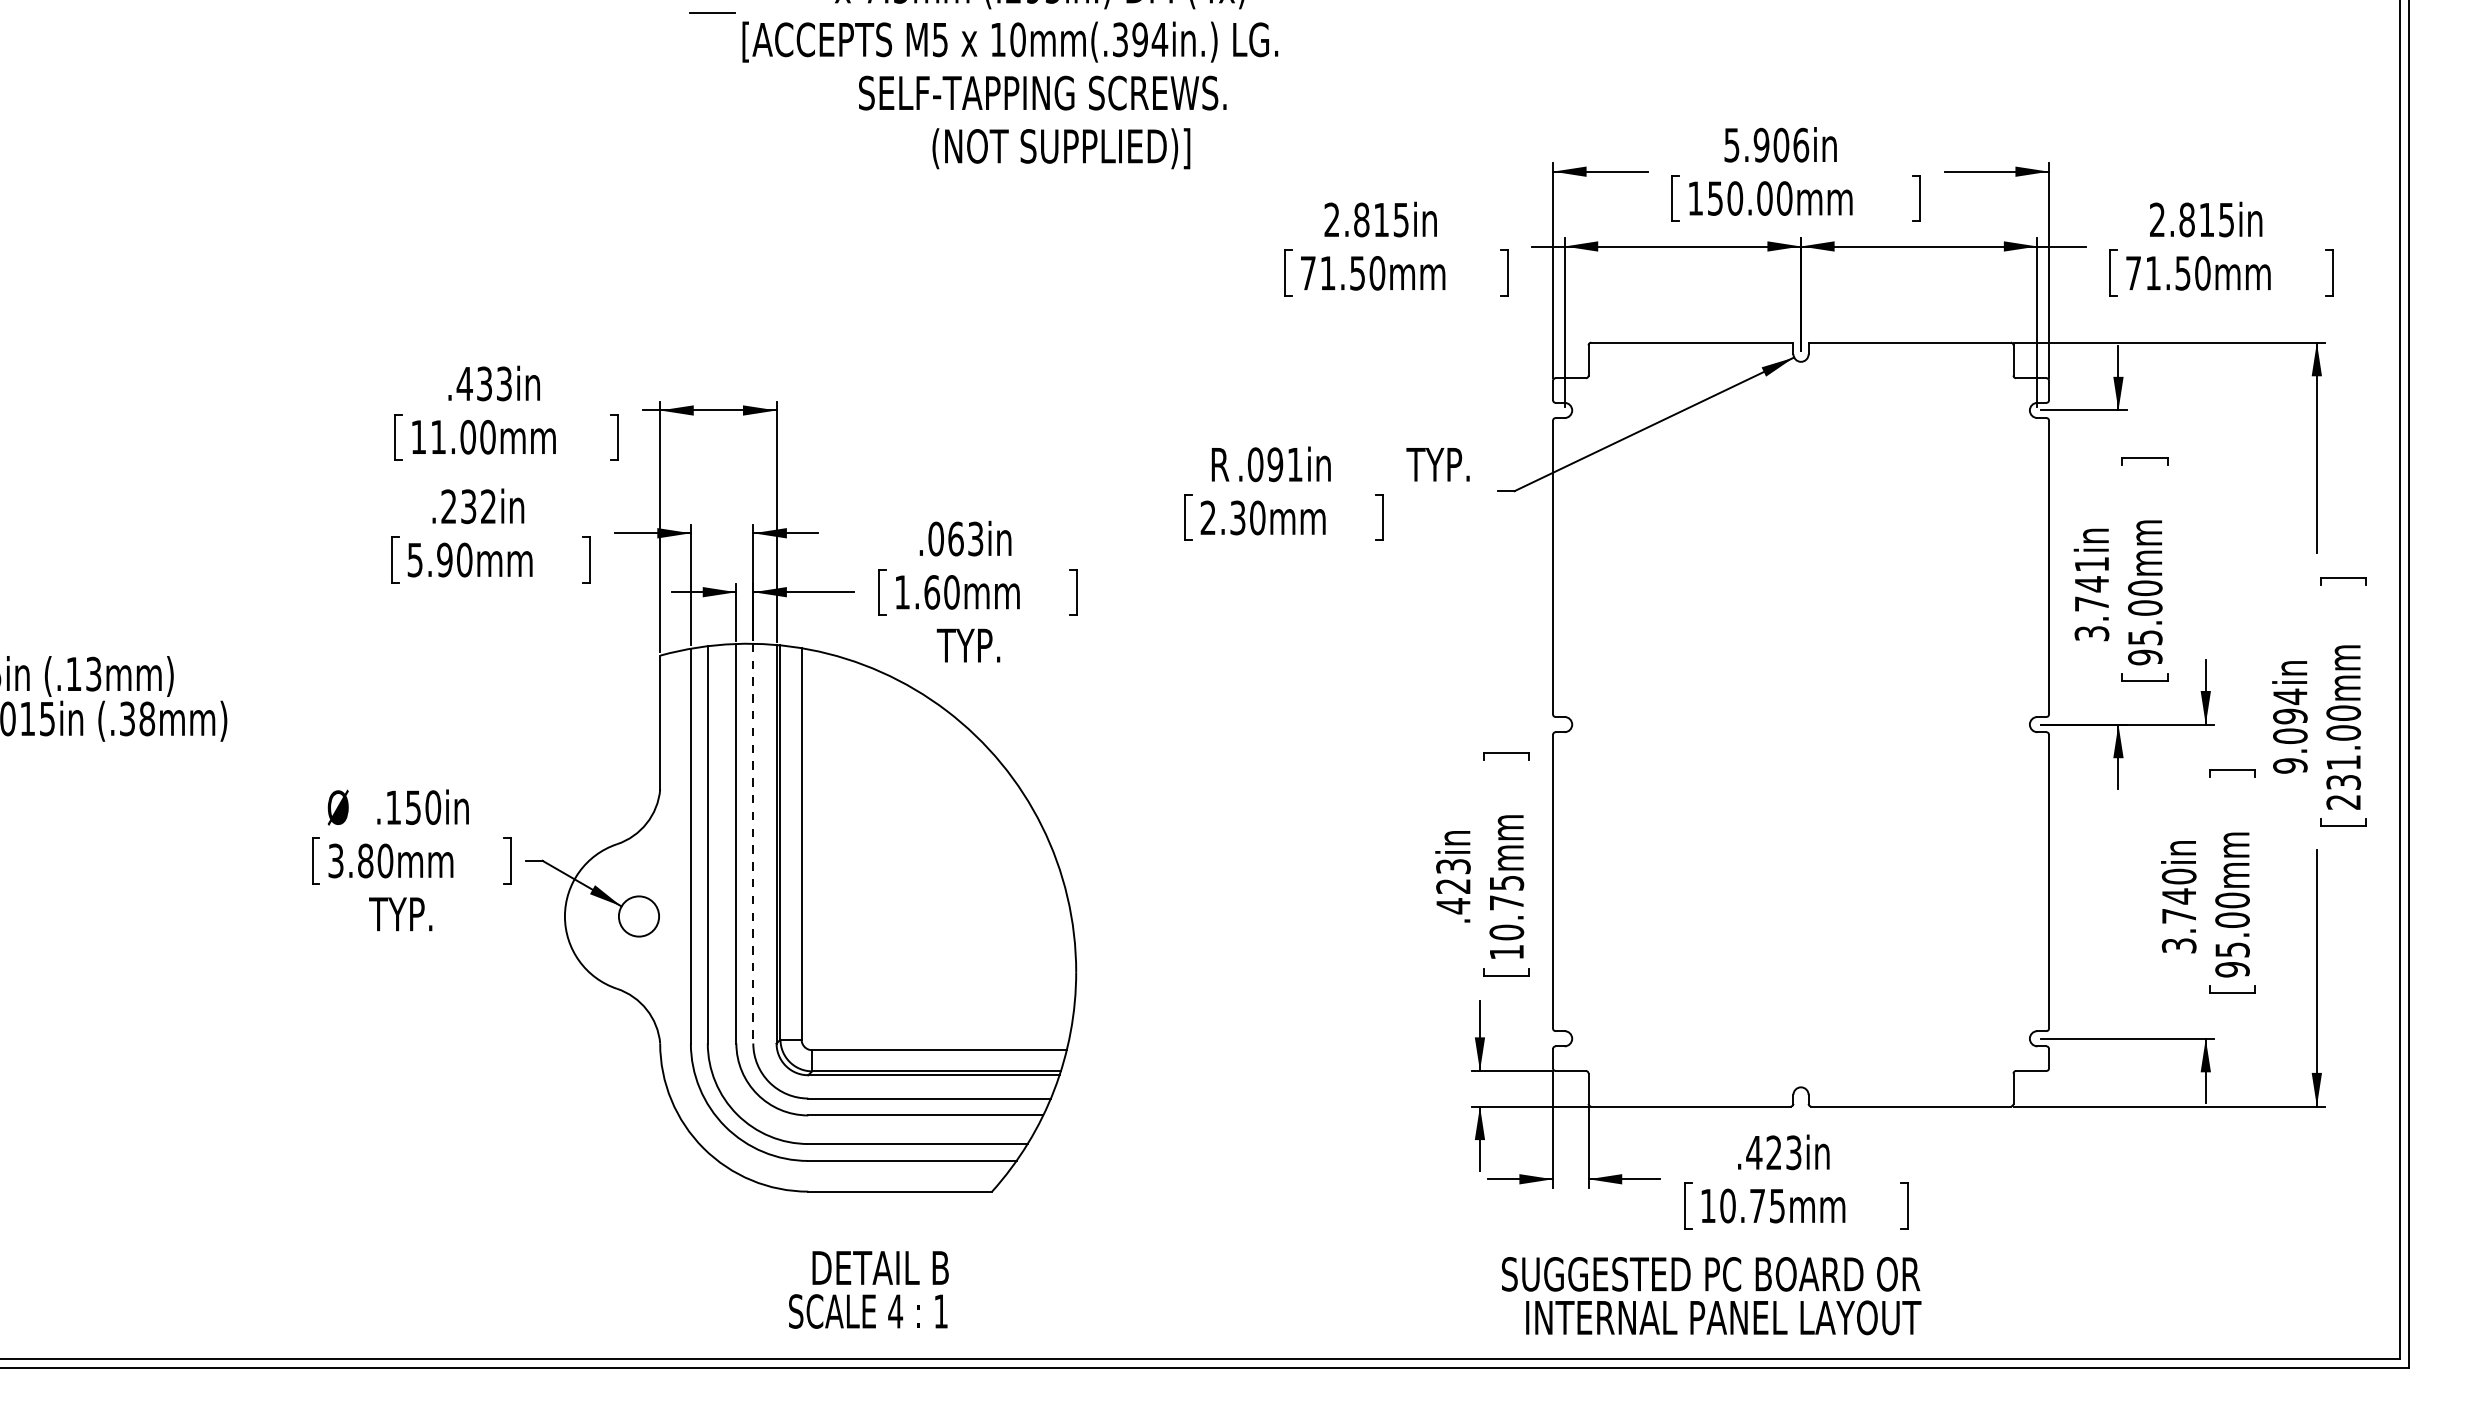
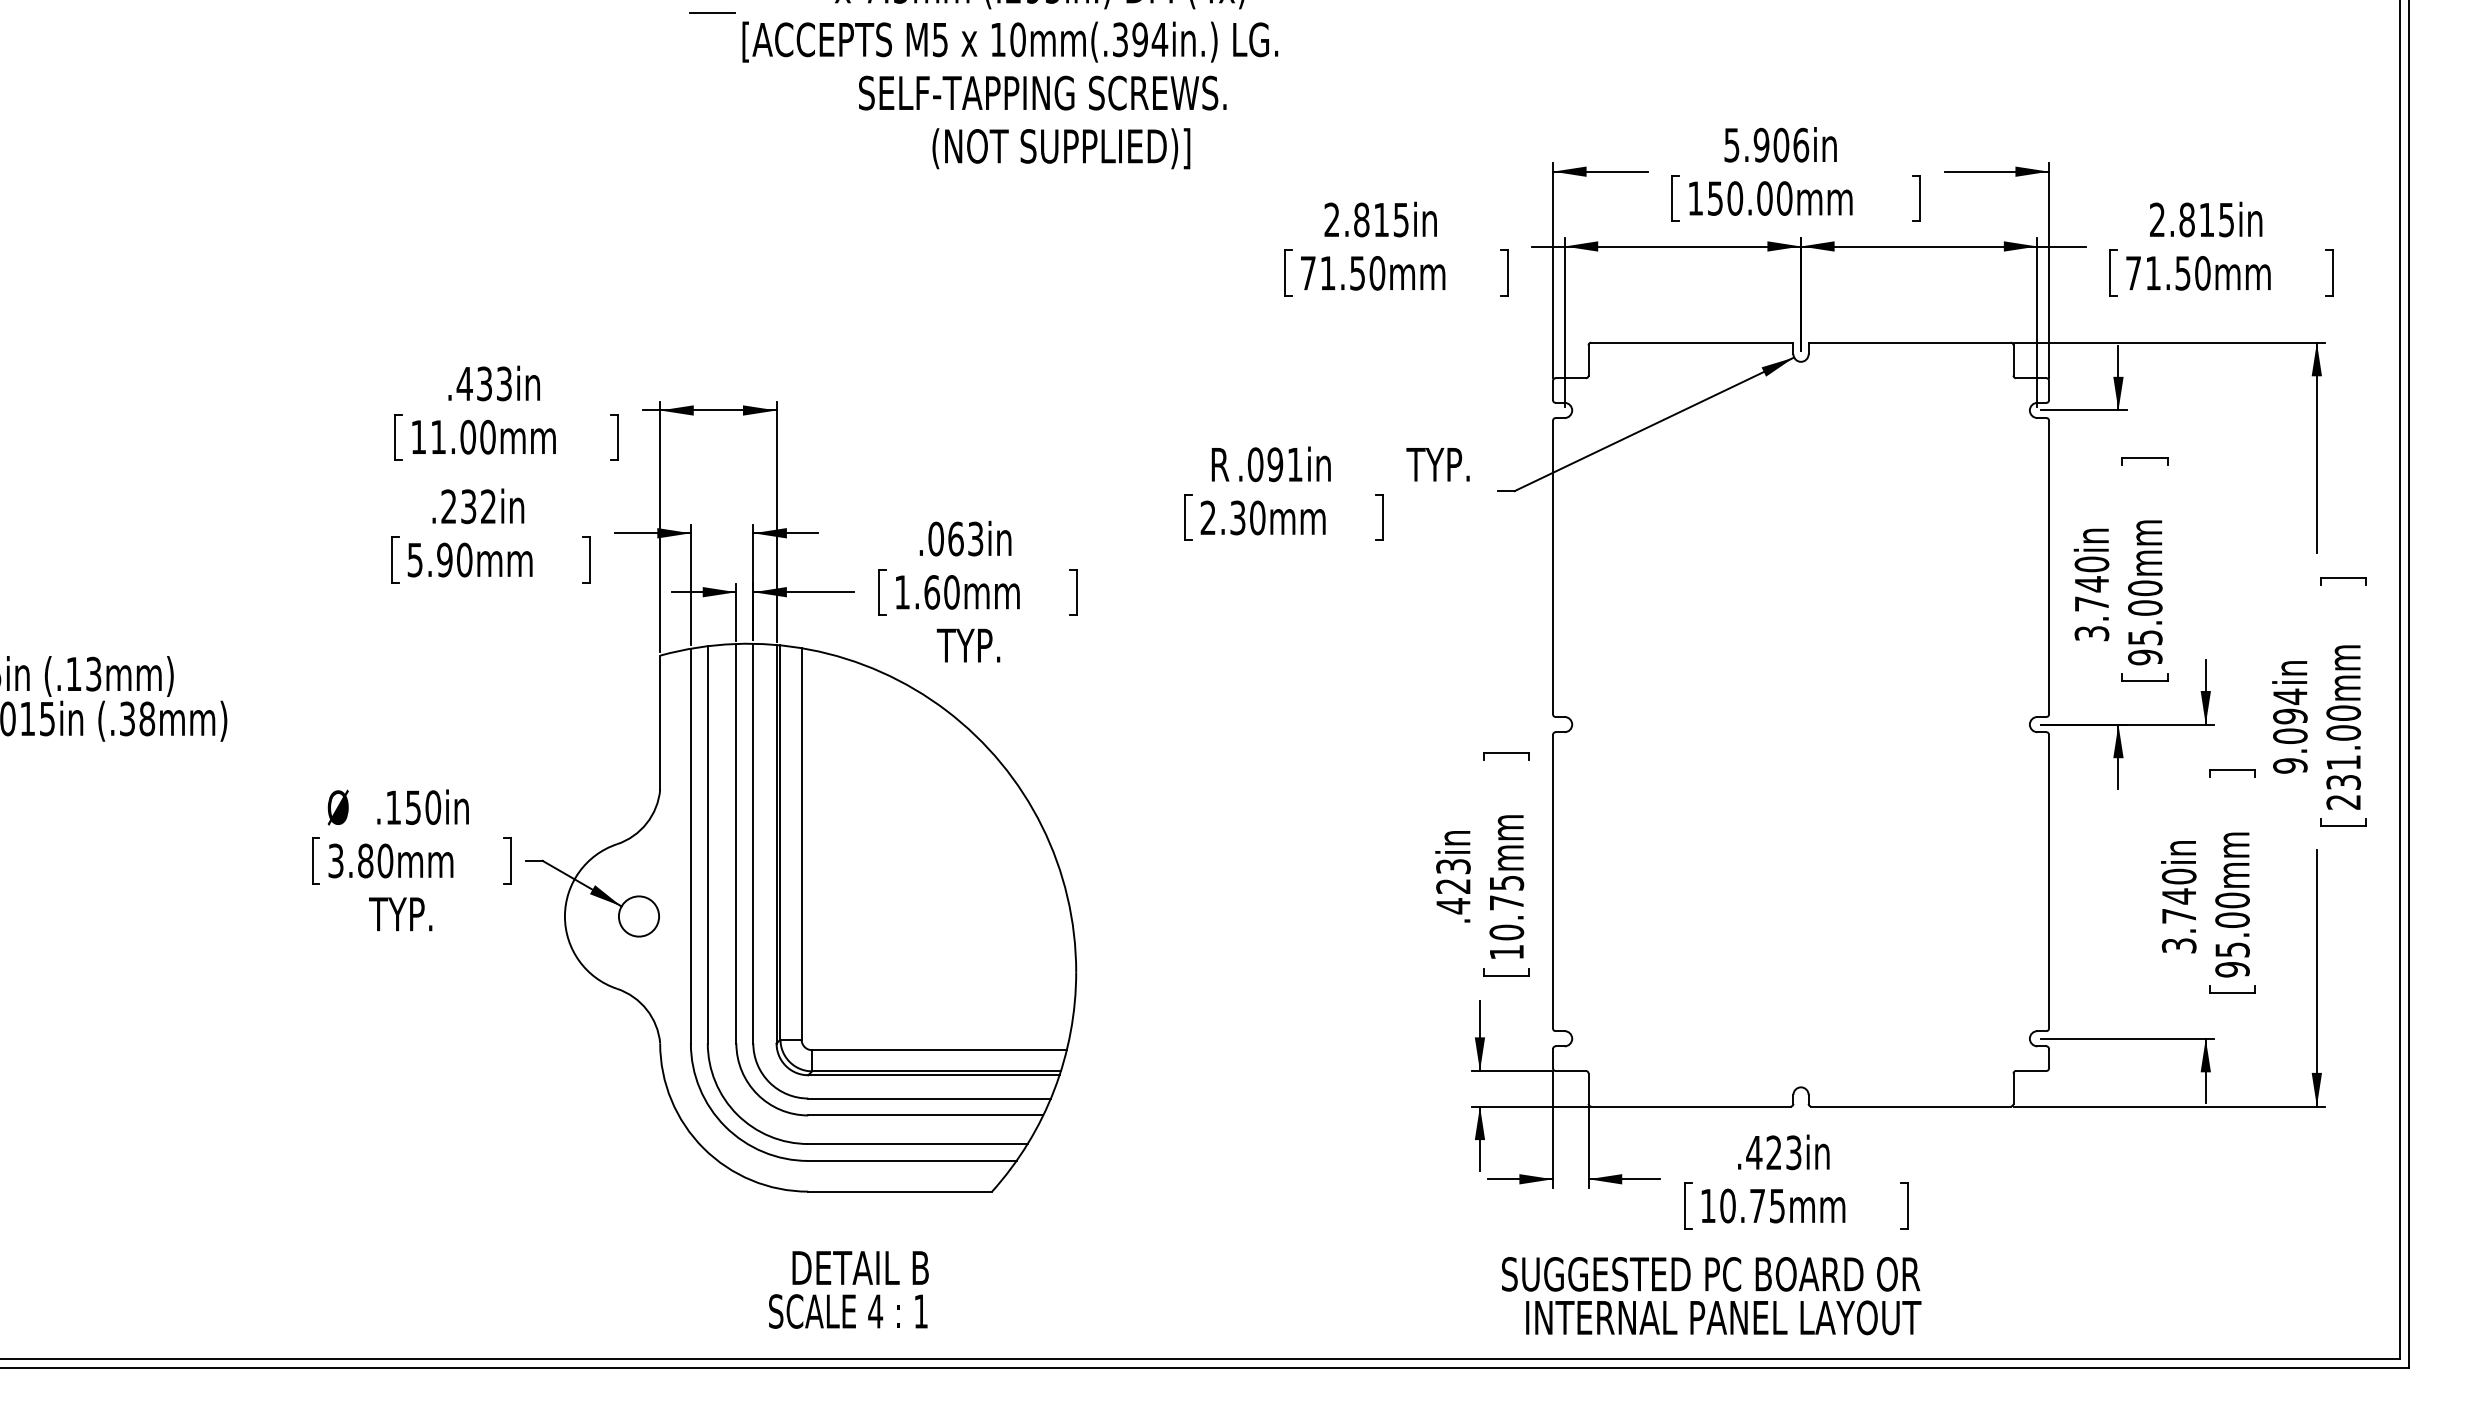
text at (2091, 564): 3.741in -> 3.740in
line at (753, 843): dashed -> solid
text at (868, 1289) position: (868, 1289) -> (848, 1289)
